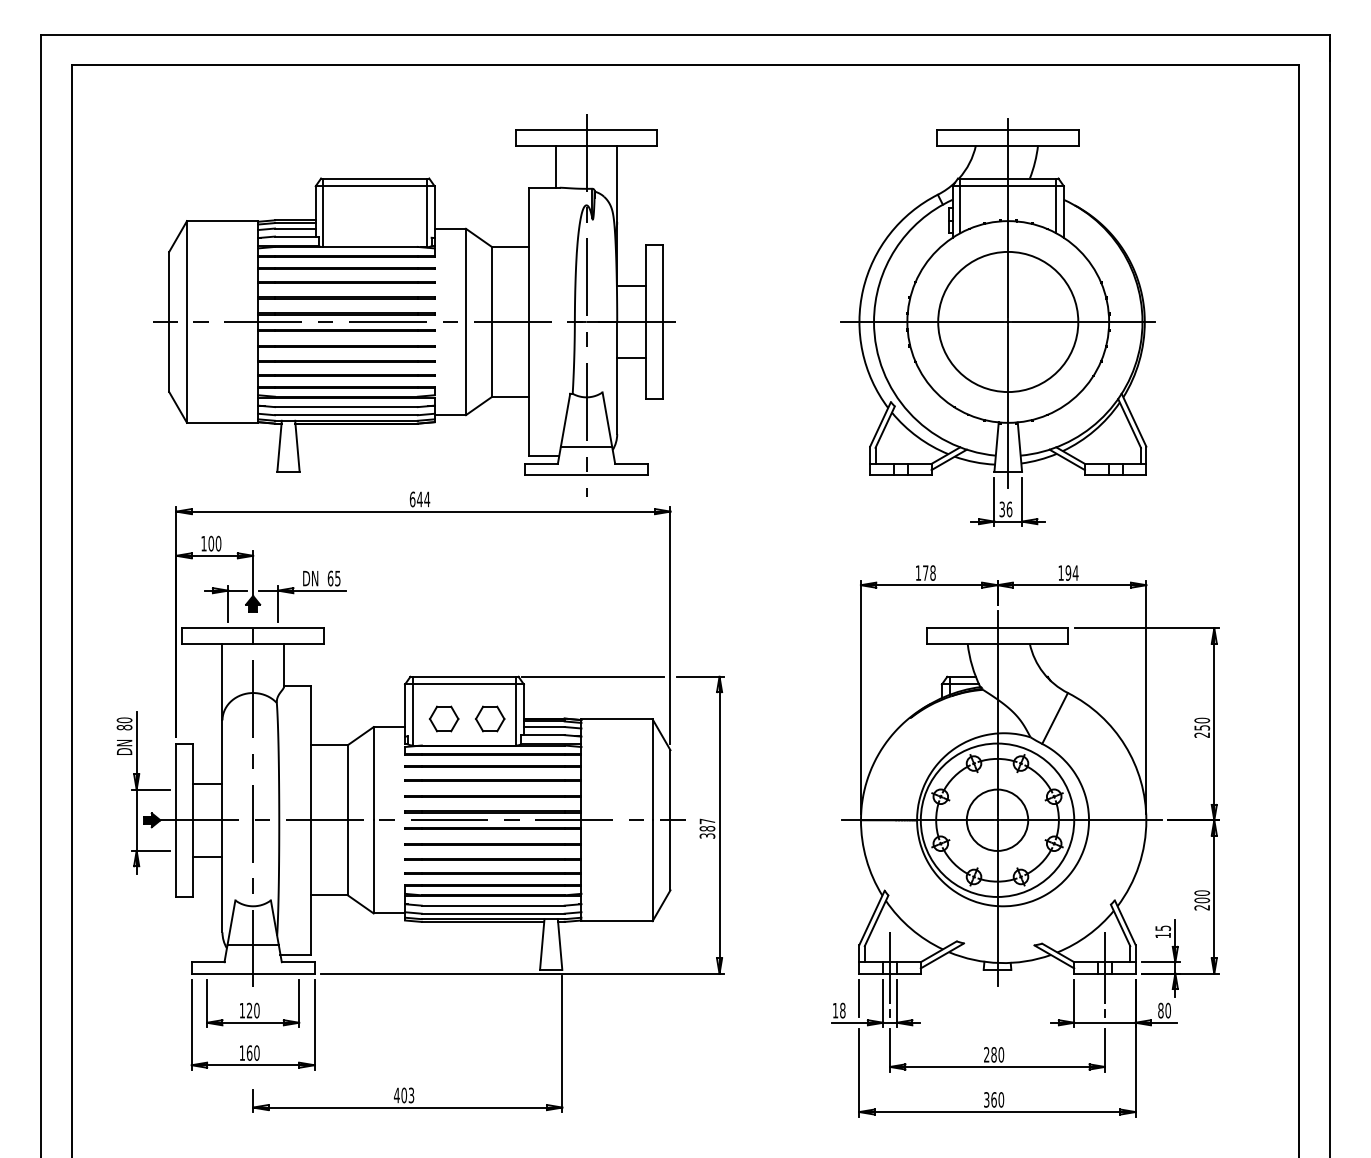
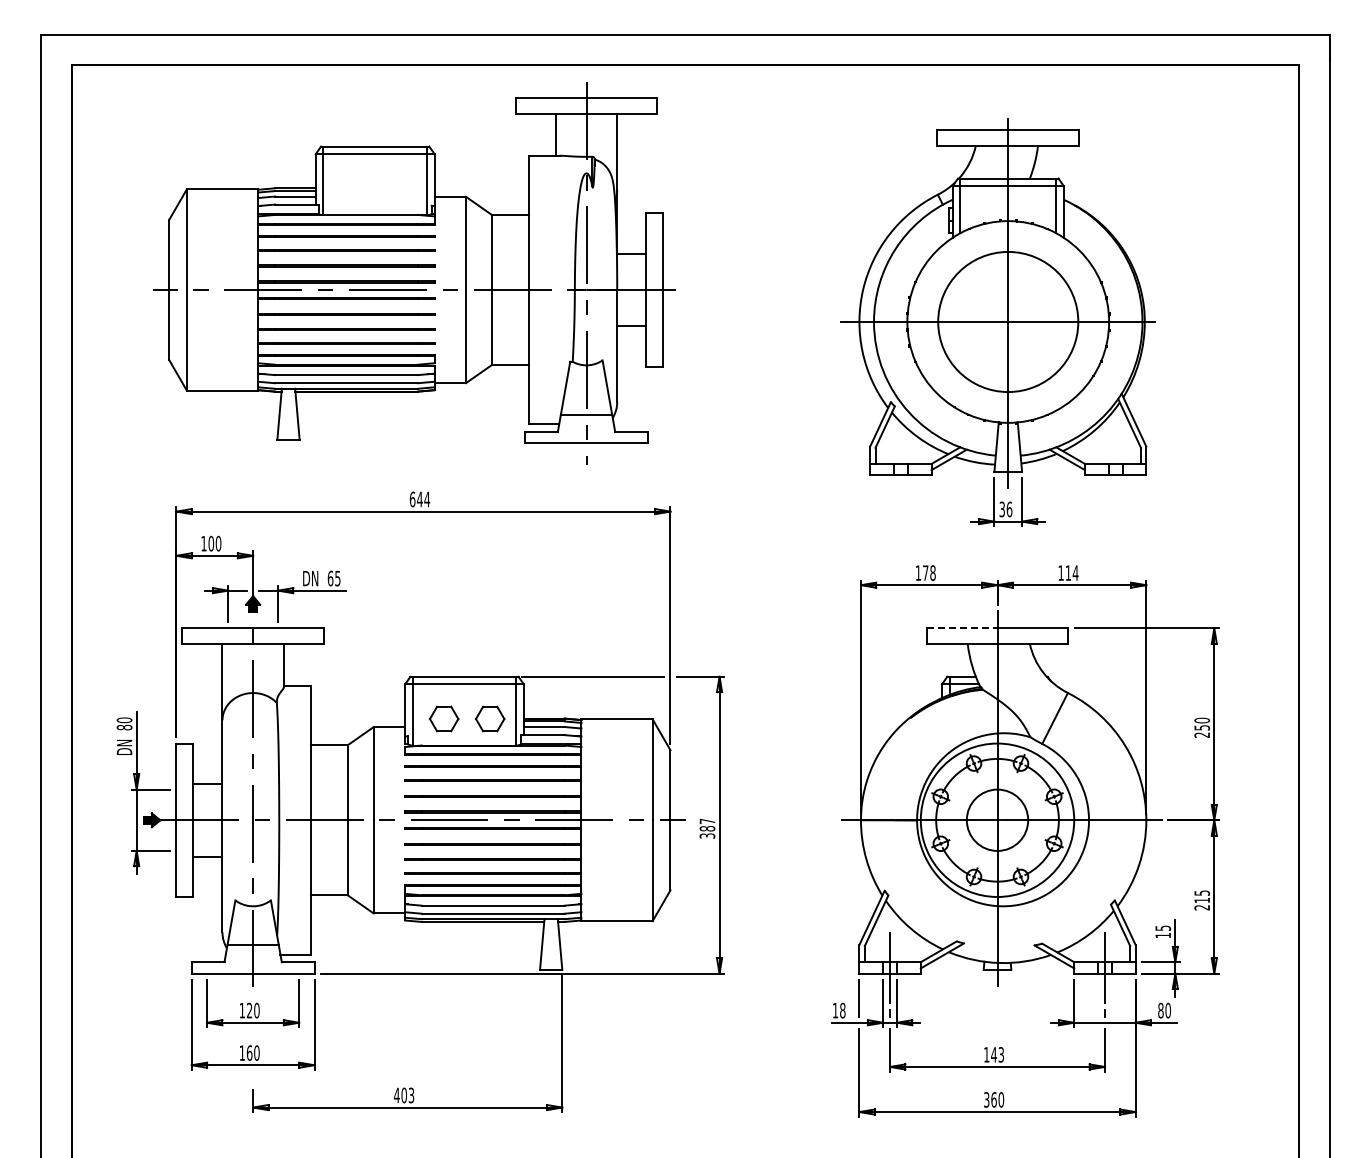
part at (414, 305) position: (414, 305) -> (414, 273)
text at (1068, 572): 194 -> 114
line at (962, 628): solid -> dashed
text at (1202, 896): 200 -> 215
text at (994, 1054): 280 -> 143
